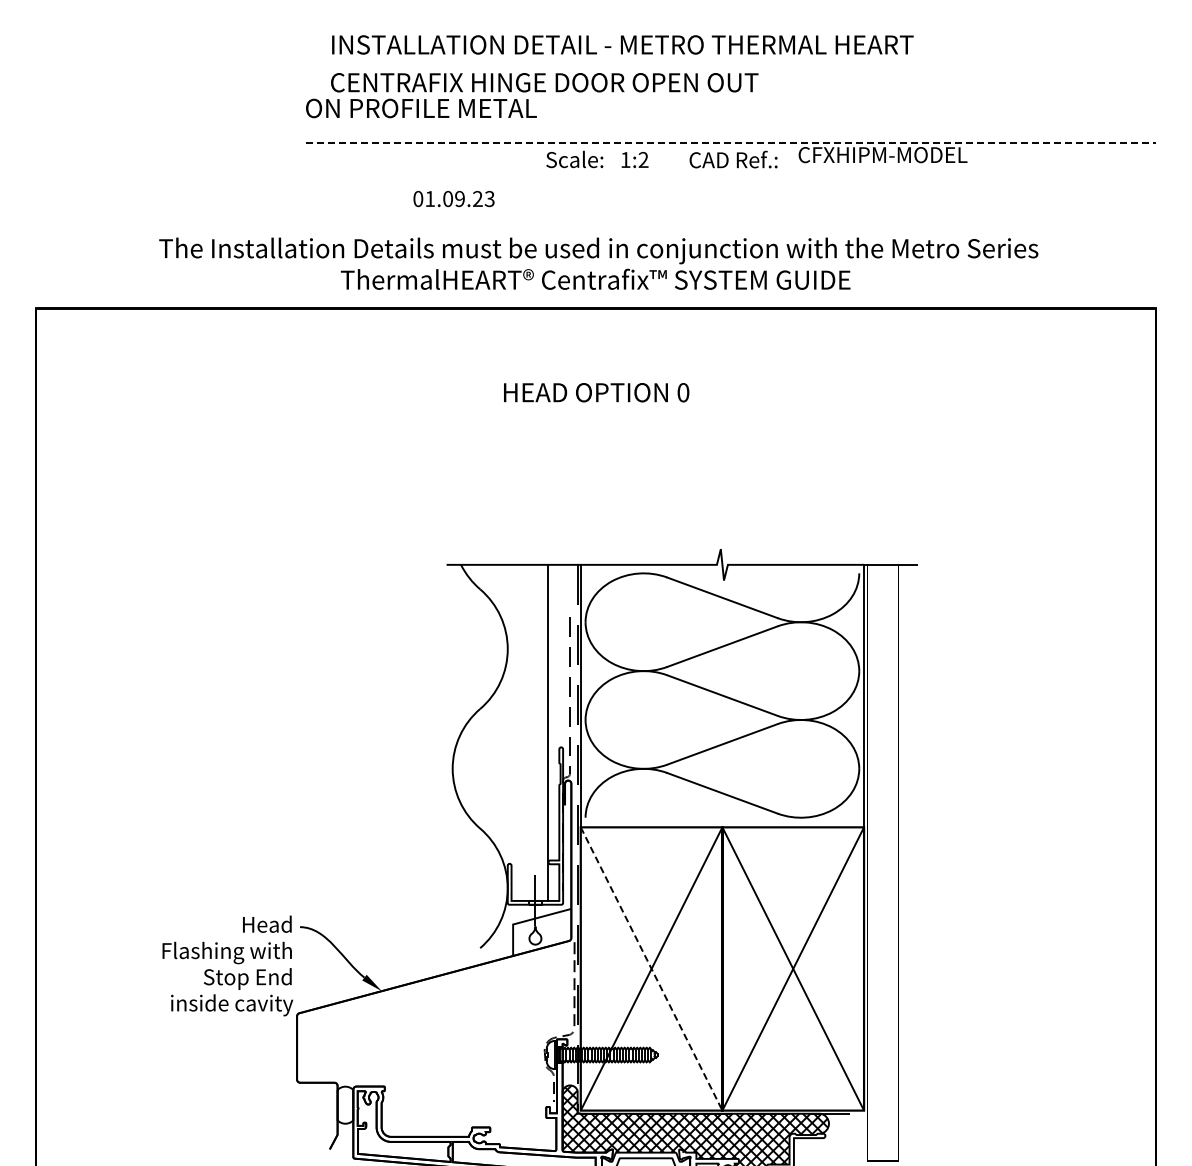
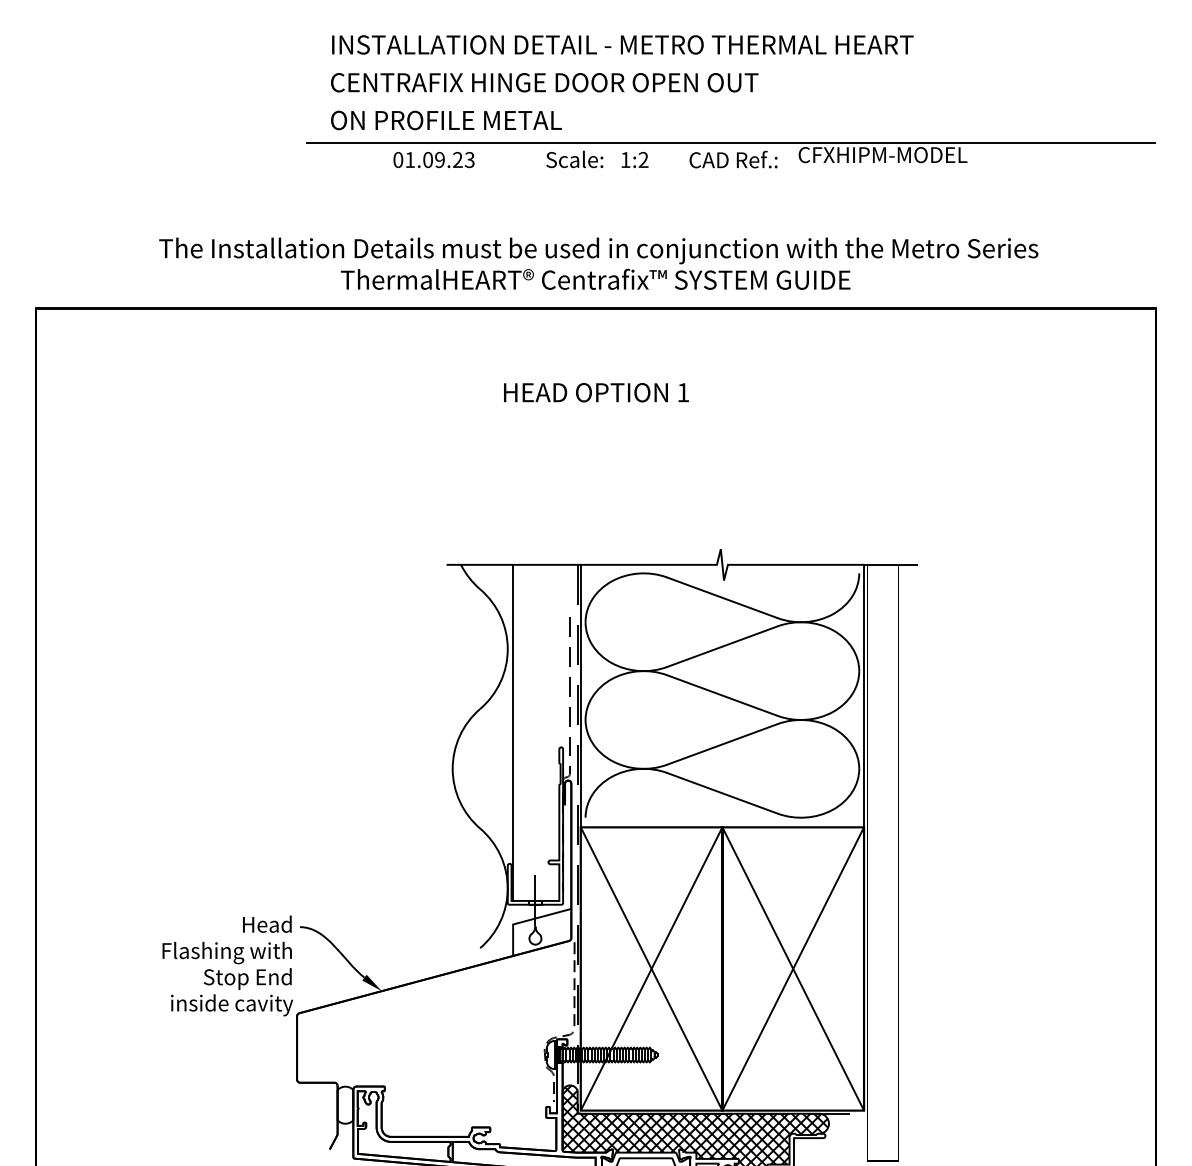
text at (421, 108) position: (421, 108) -> (446, 120)
line at (731, 142): dashed -> solid
text at (453, 199) position: (453, 199) -> (433, 160)
text at (683, 392): 0 -> 1
line at (548, 732) position: (548, 732) -> (513, 732)
line at (651, 969): dashed -> solid
